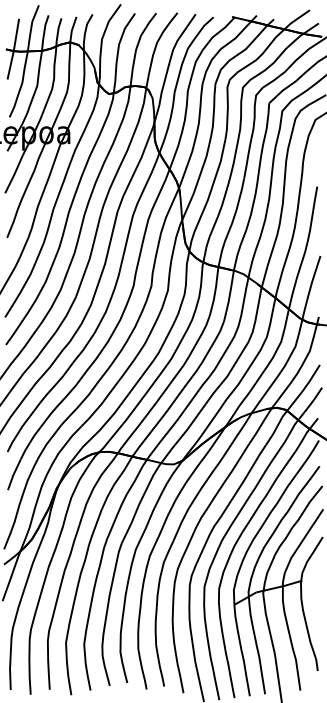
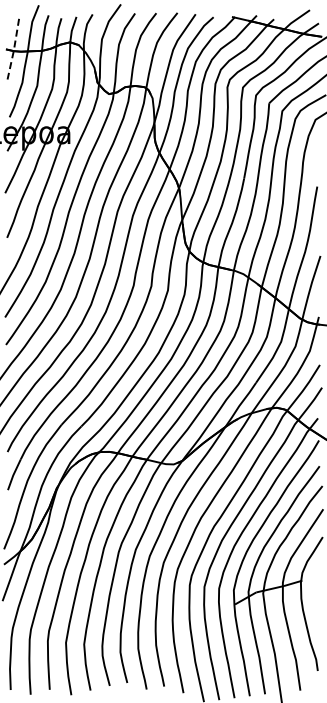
line at (13, 50): solid -> dashed
